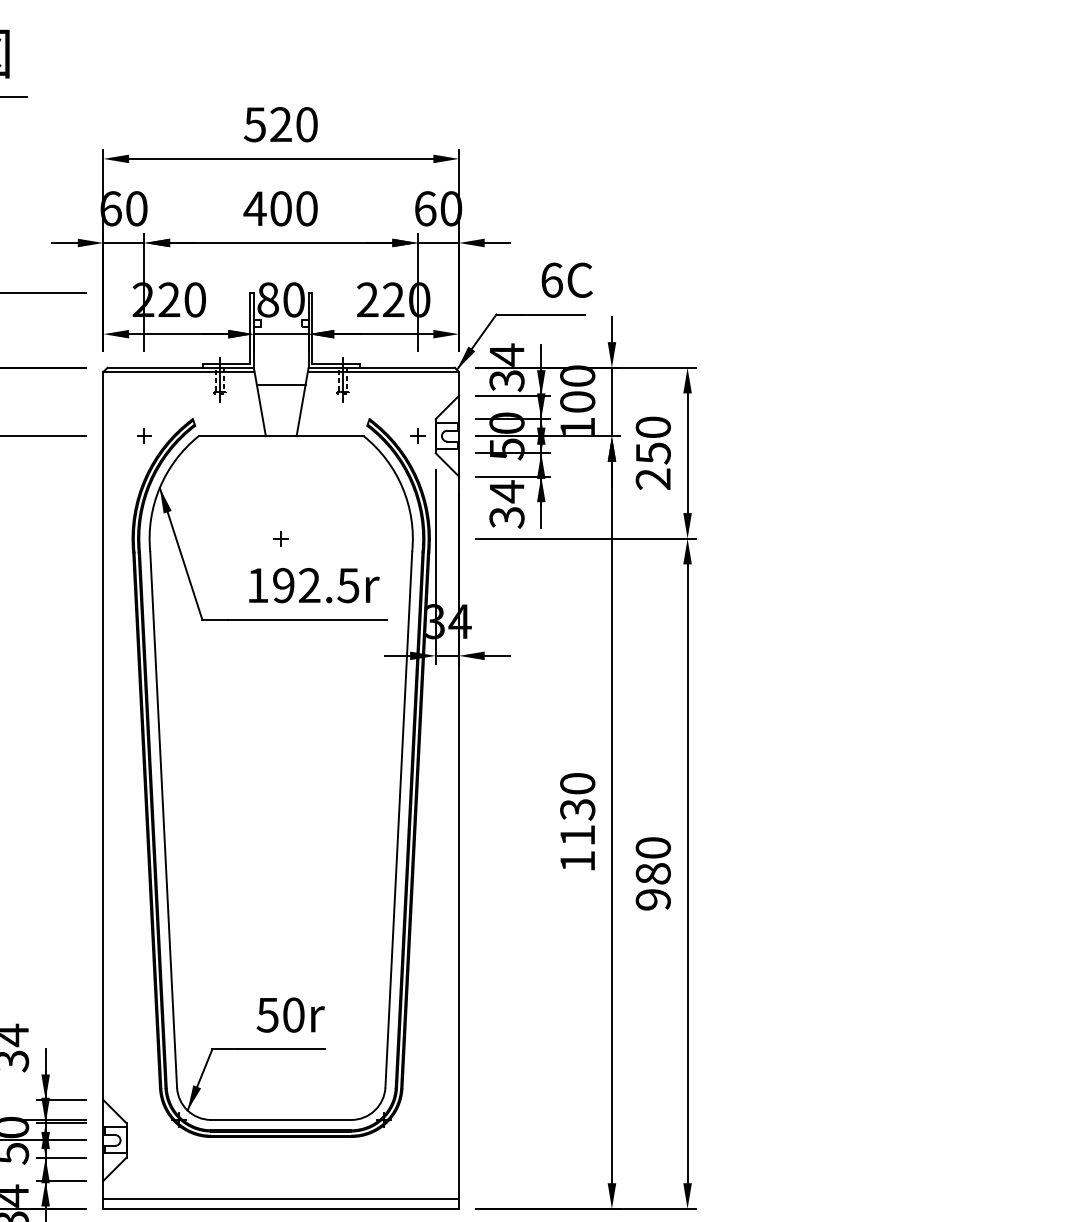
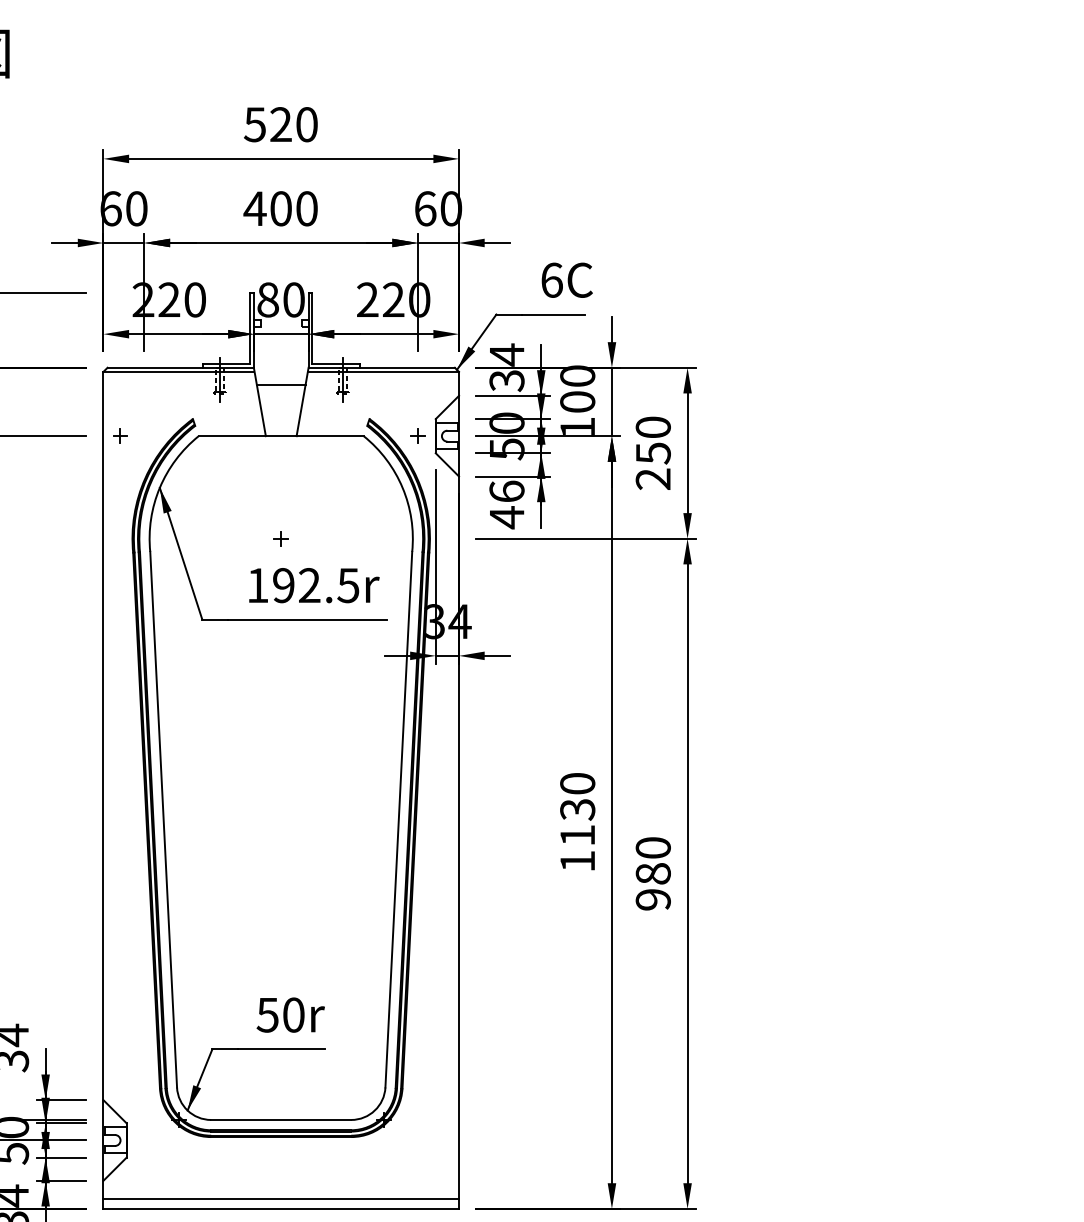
line at (14, 97): present -> none
part at (144, 435) position: (144, 435) -> (120, 435)
text at (506, 504): 34 -> 46
